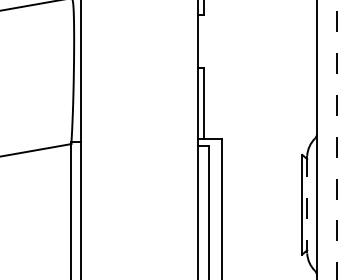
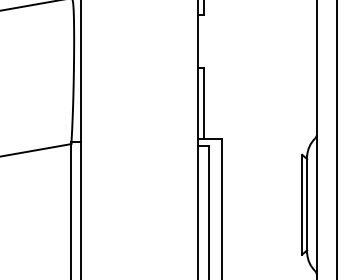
line at (336, 140): dashed -> solid
line at (307, 204): dashed -> solid
